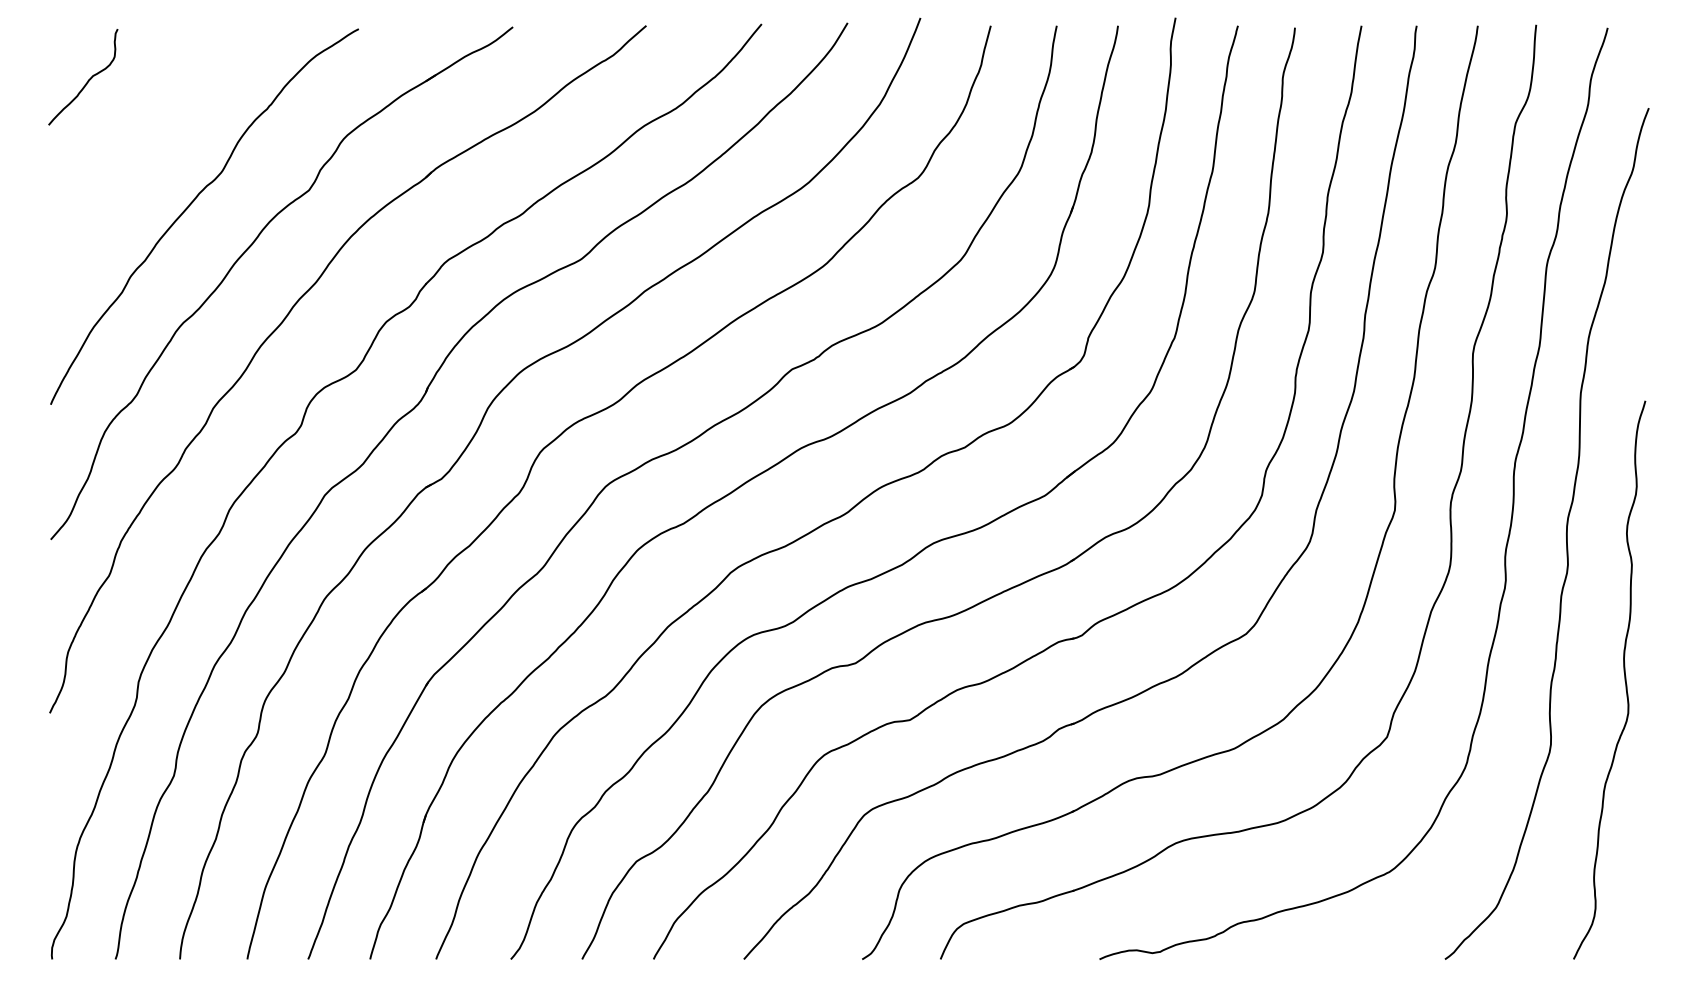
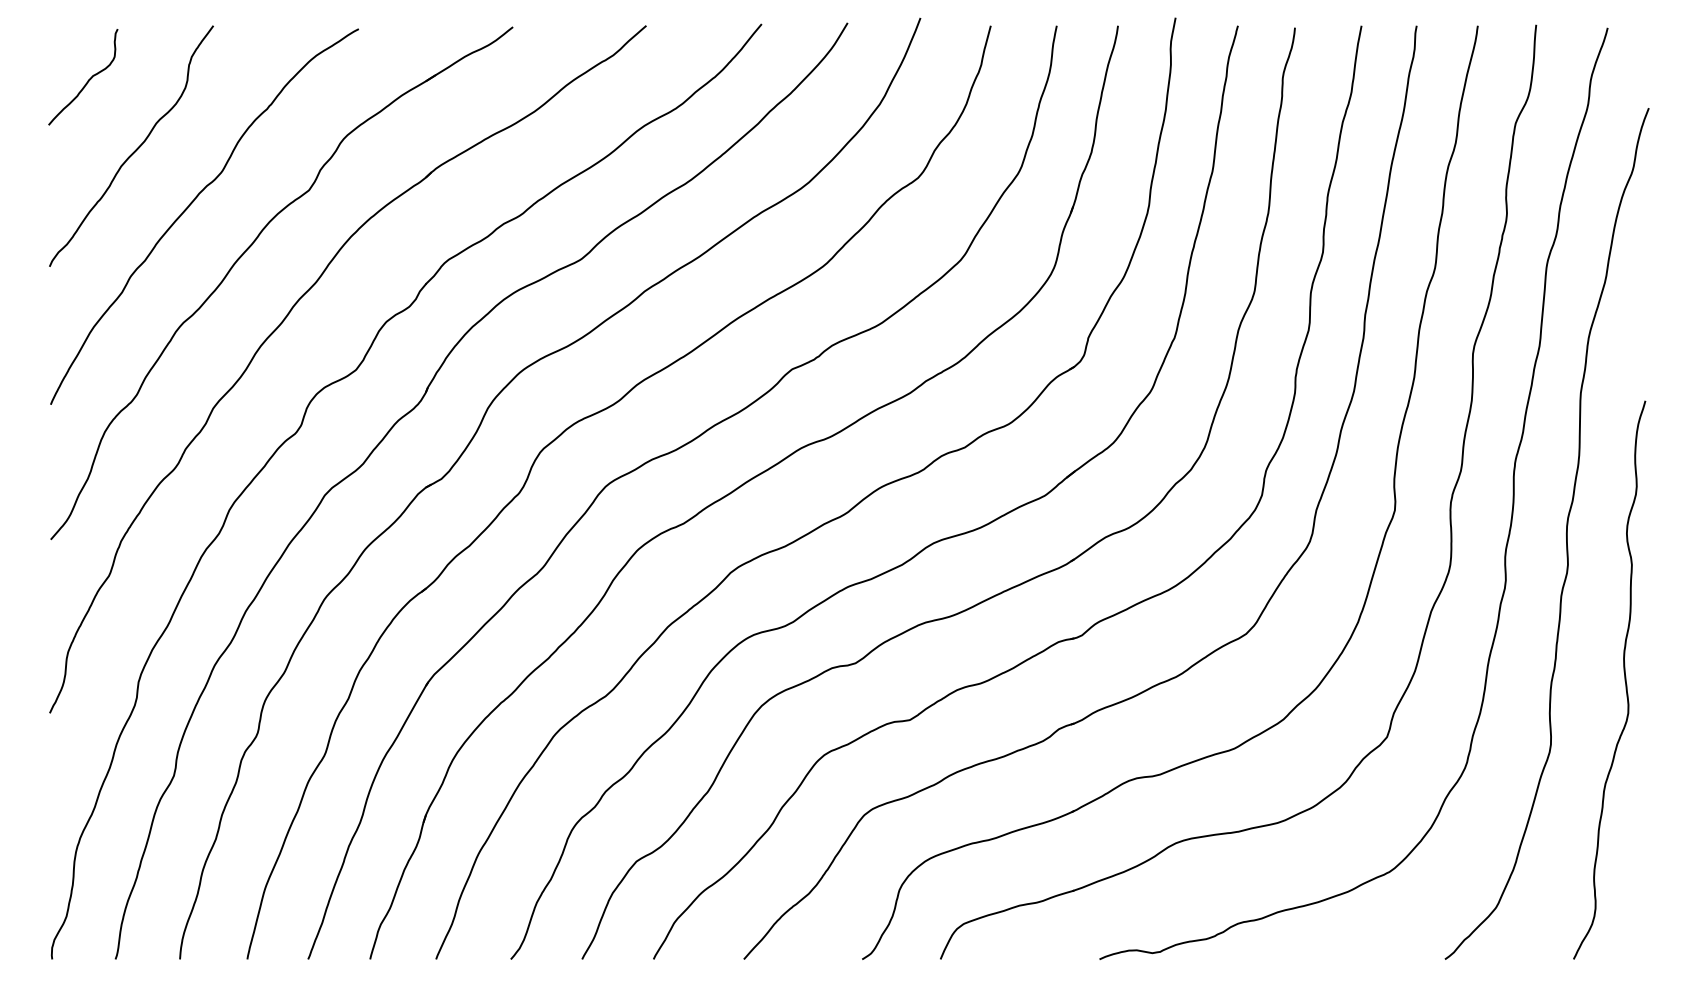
curve at (135, 149): none -> present
